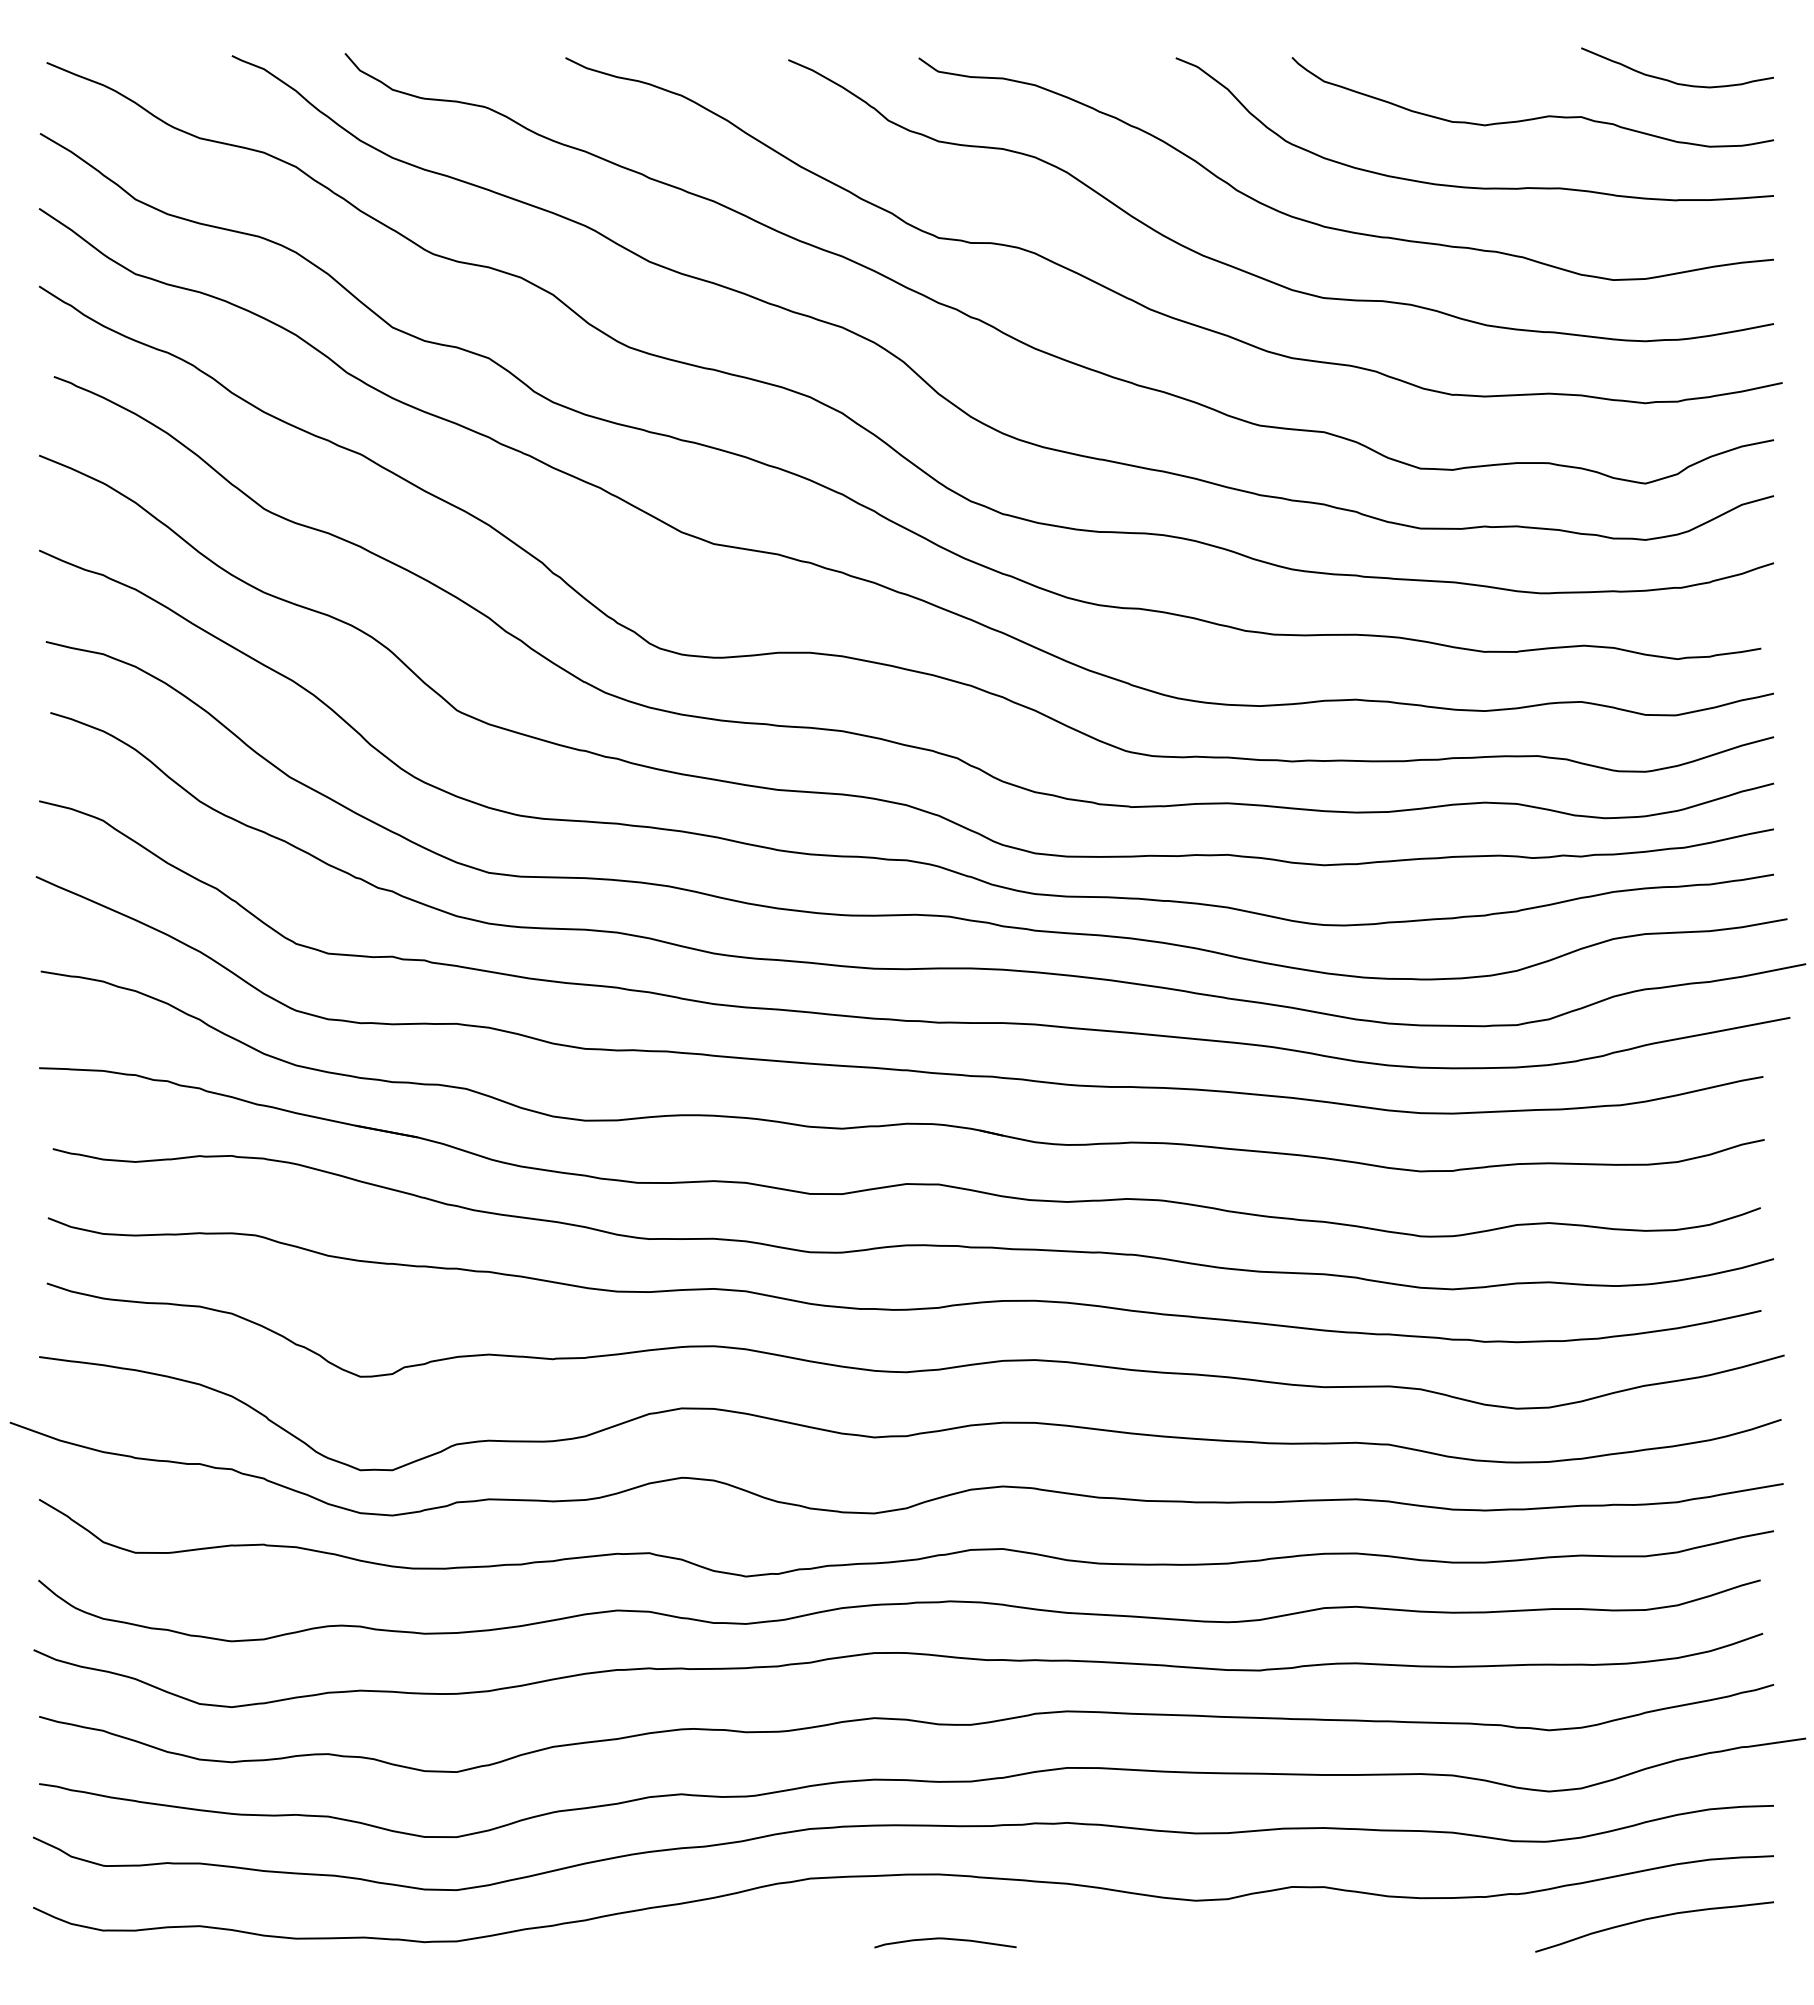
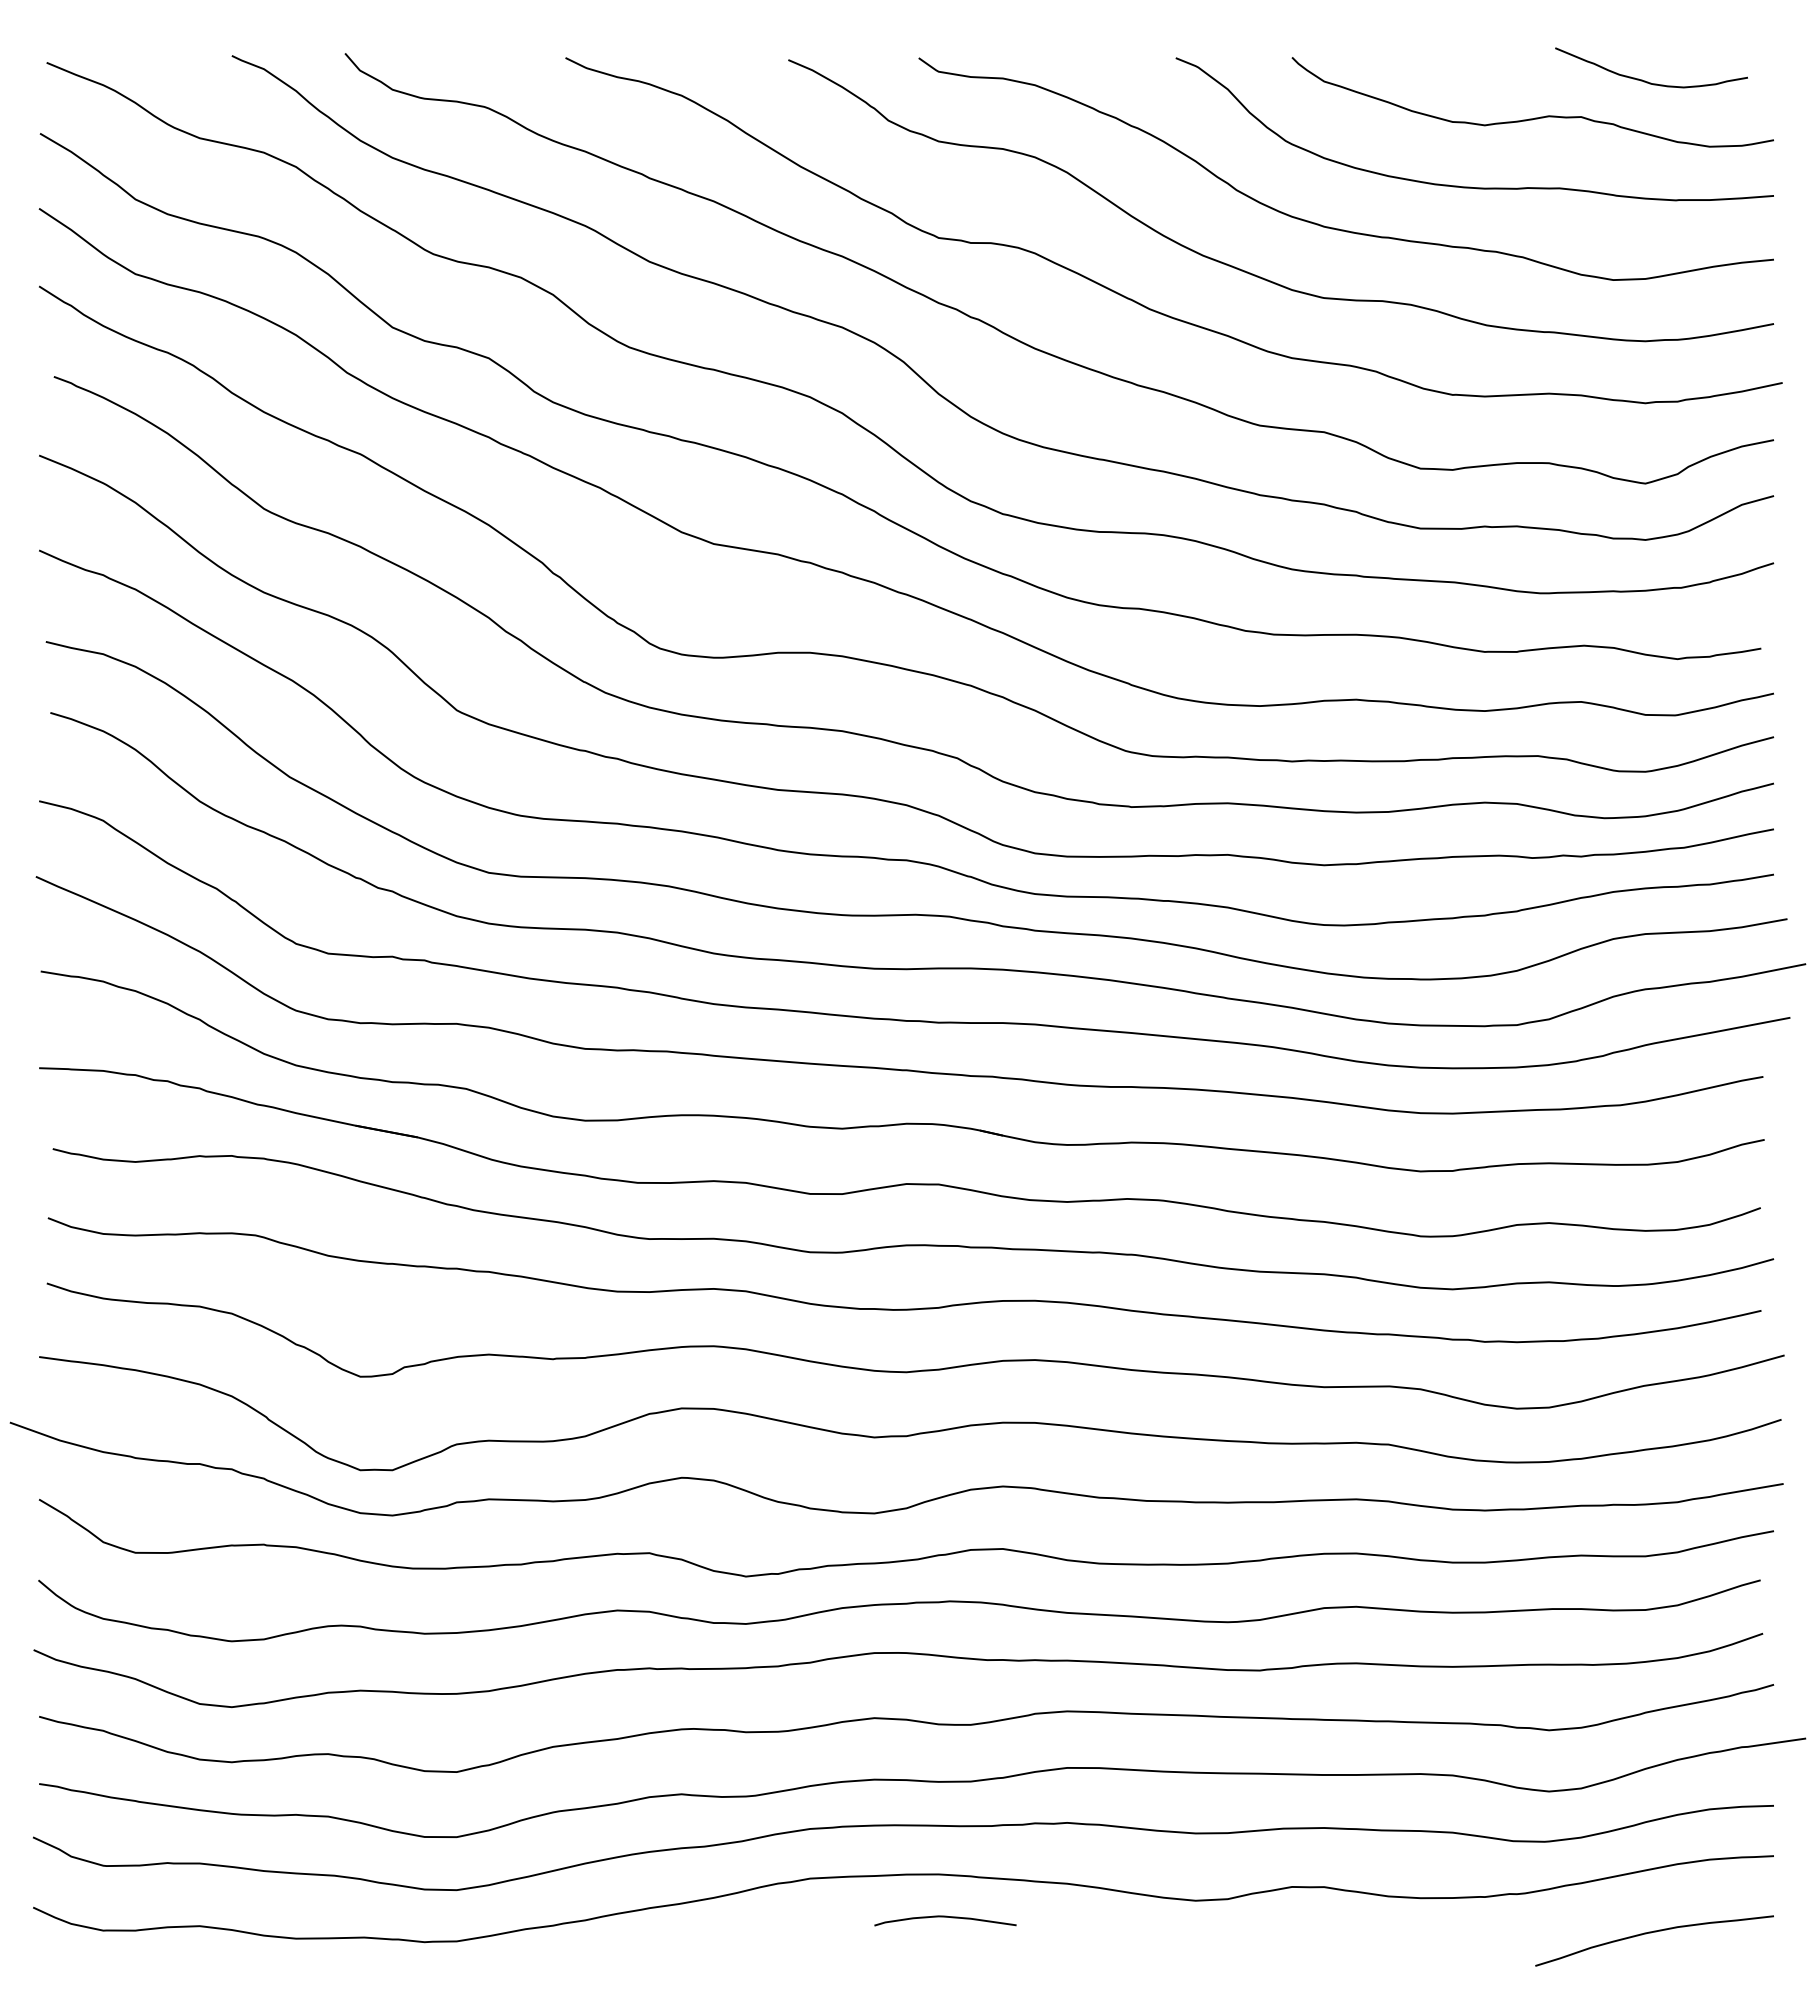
curve at (1671, 80) position: (1671, 80) -> (1645, 80)
curve at (1651, 1919) position: (1651, 1919) -> (1651, 1933)
curve at (945, 1939) position: (945, 1939) -> (945, 1917)
